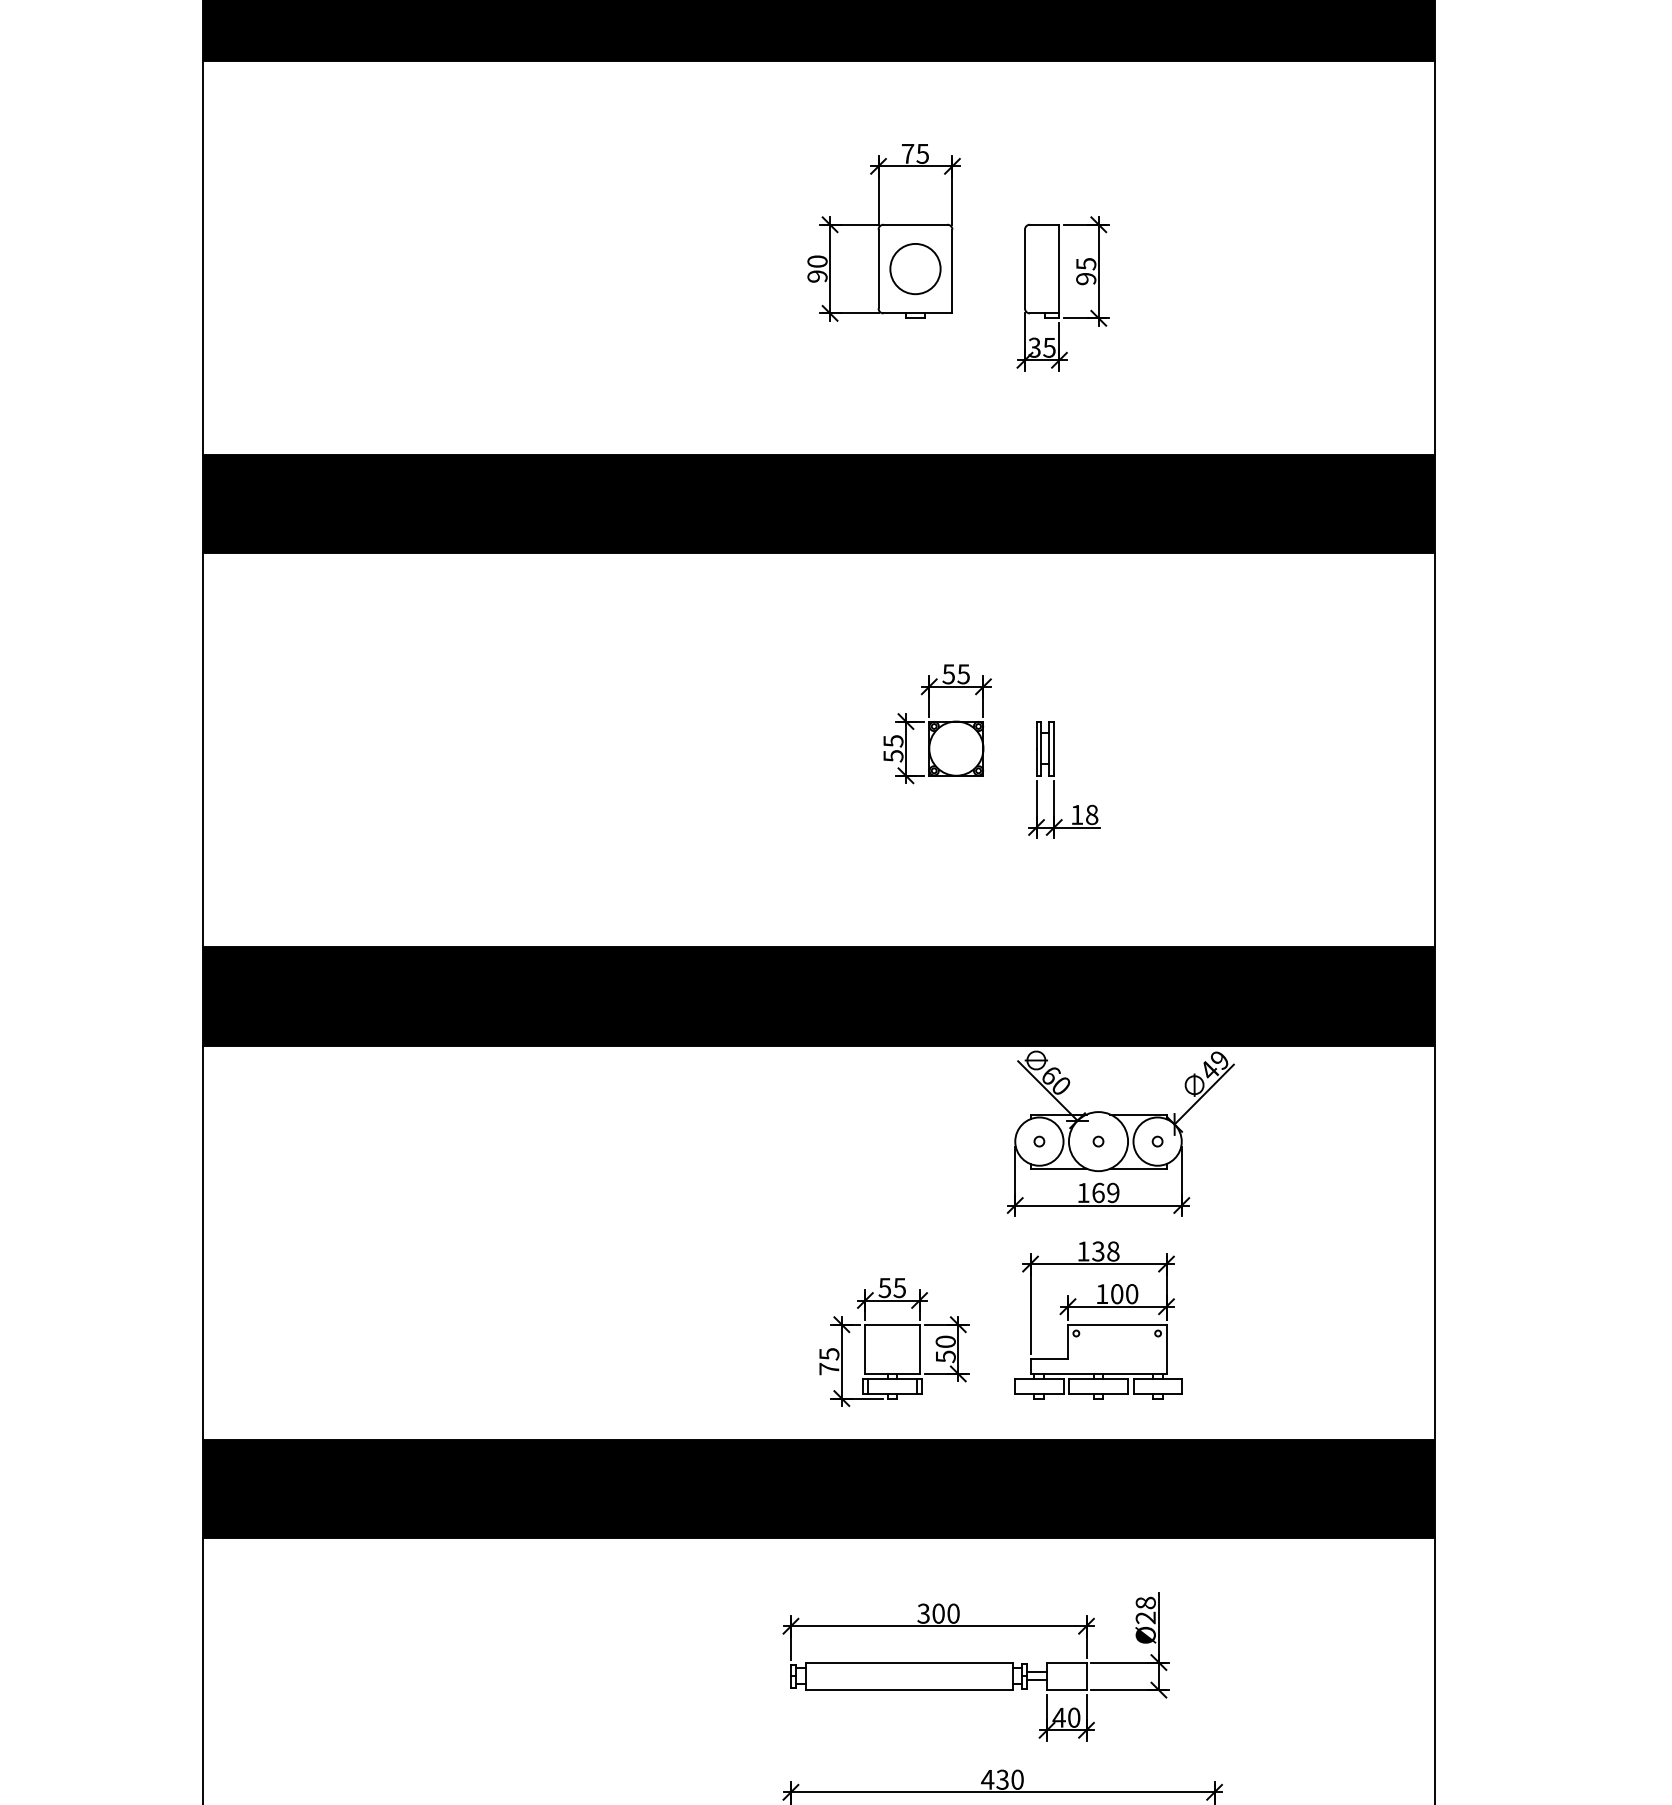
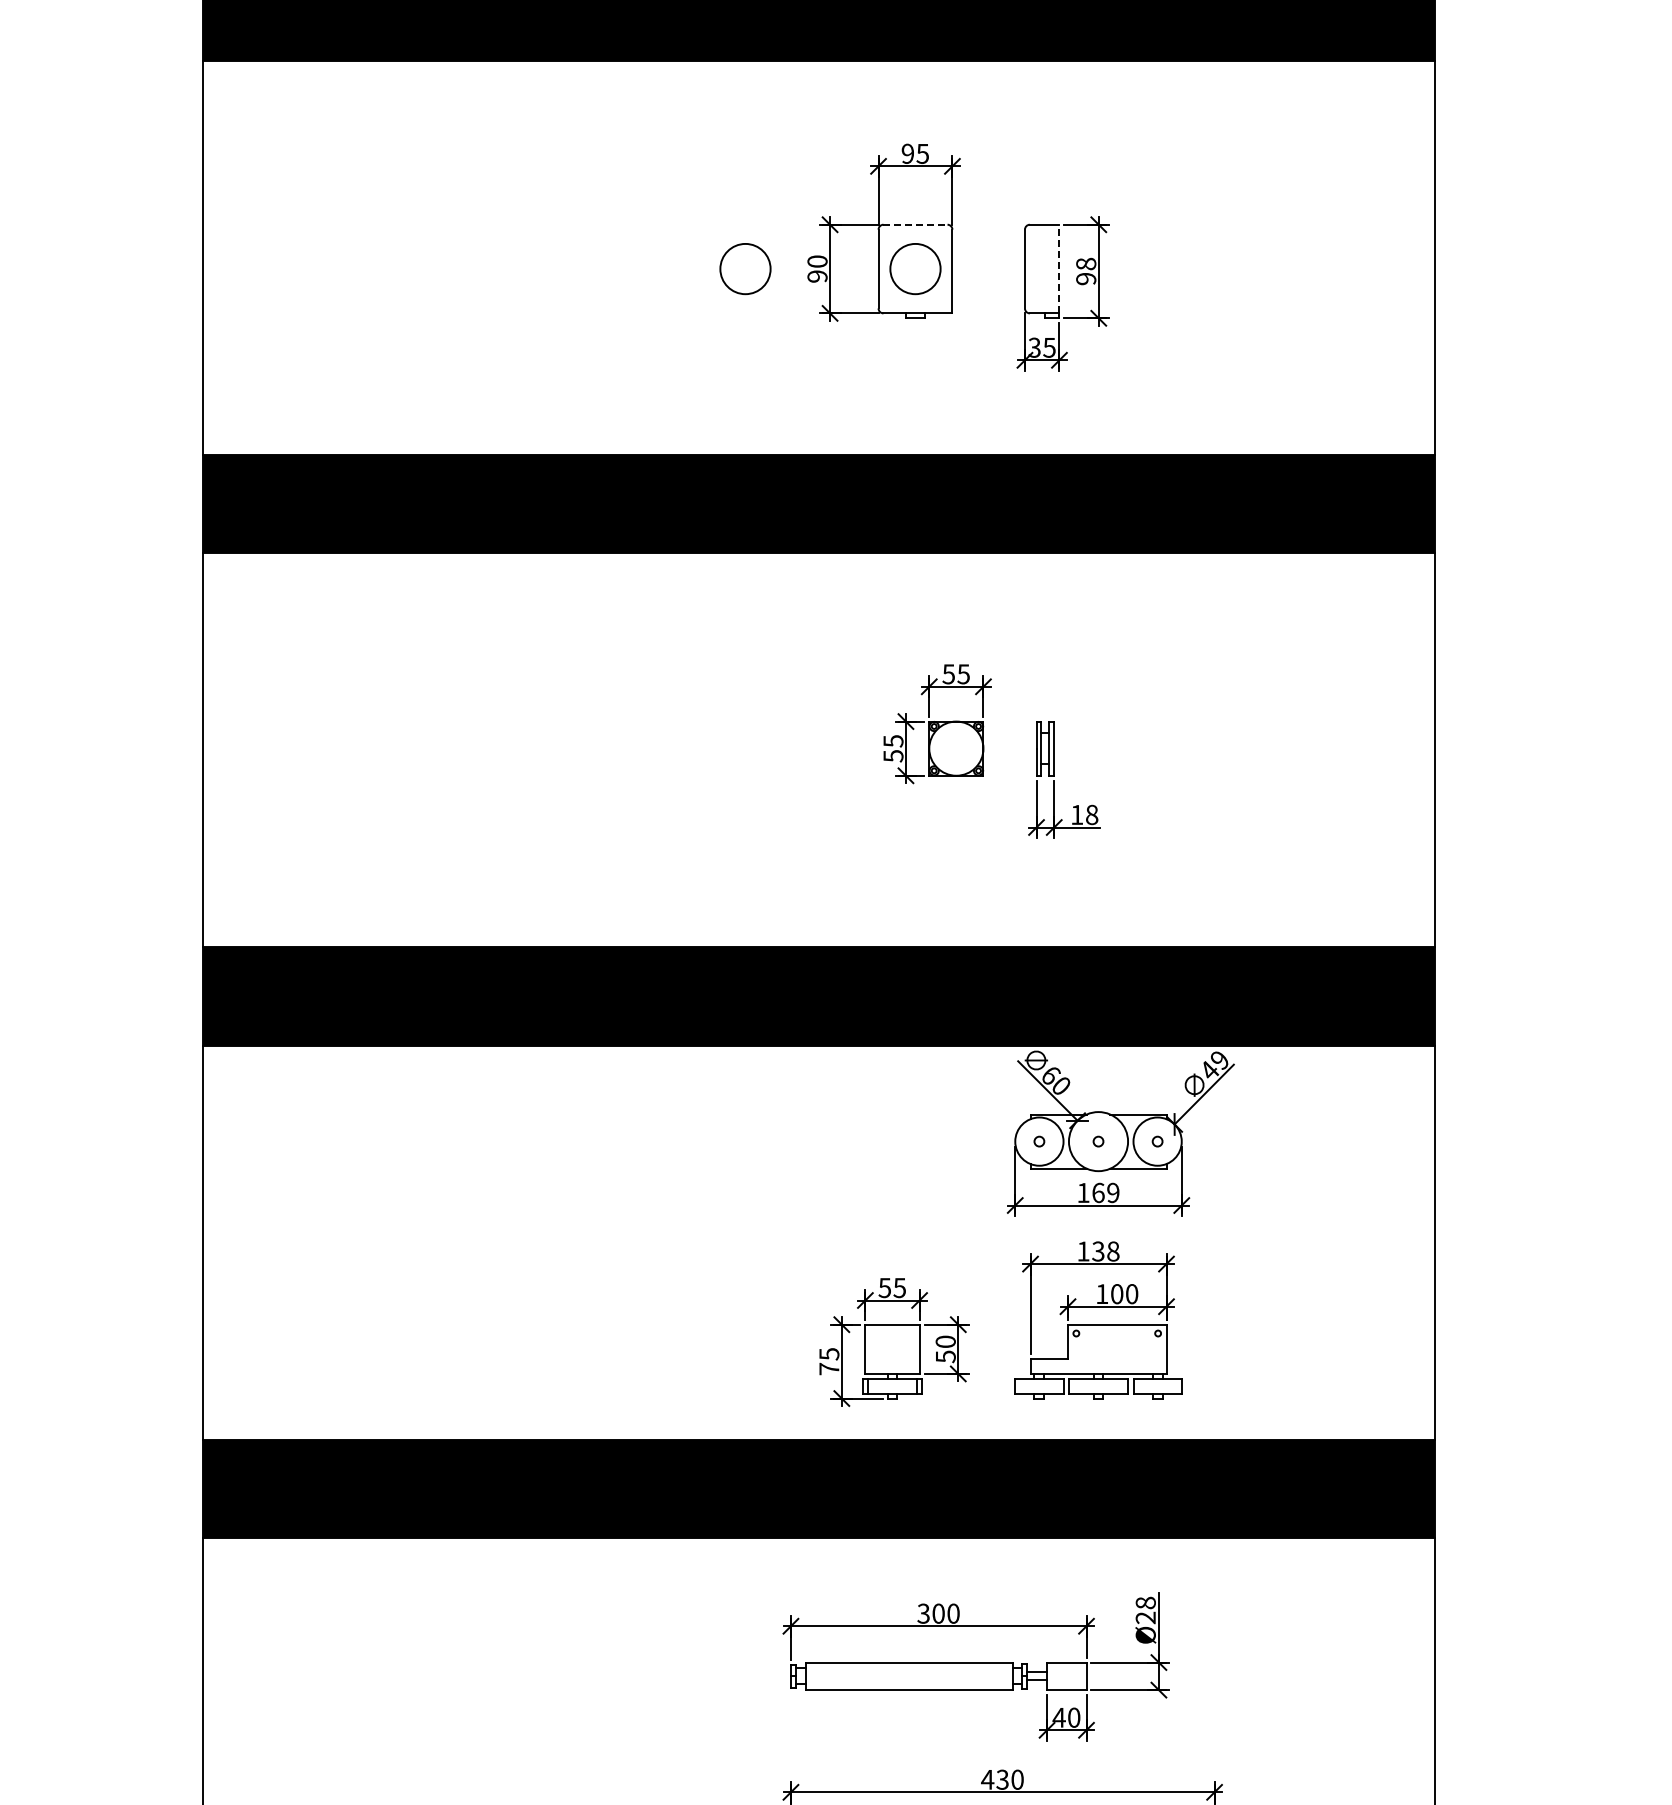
text at (907, 153): 75 -> 95
line at (915, 224): solid -> dashed
text at (1086, 263): 95 -> 98
line at (1059, 268): solid -> dashed
circle at (745, 269): none -> present
